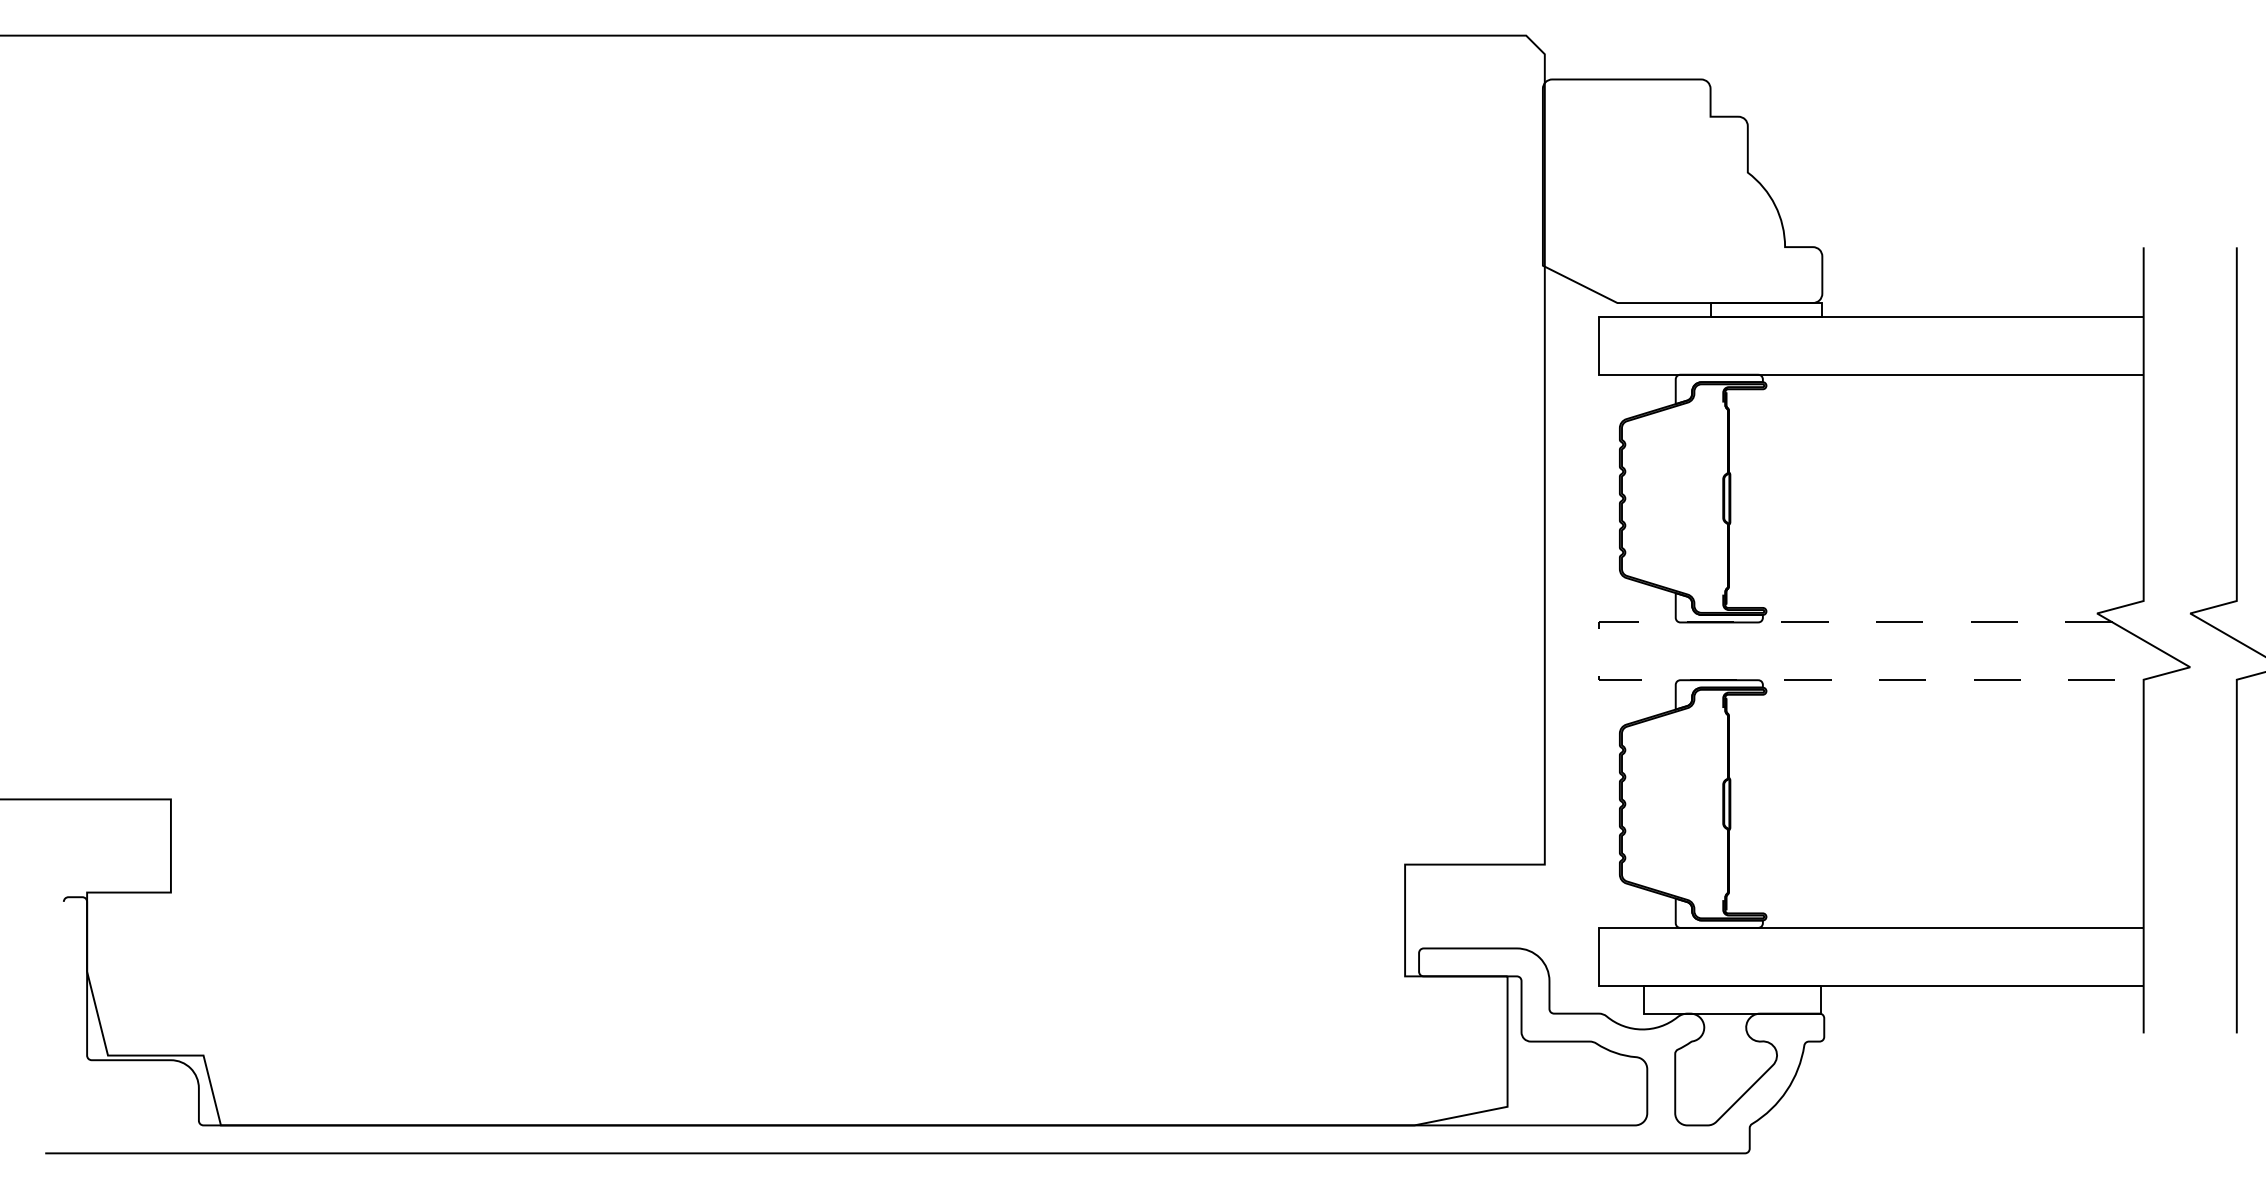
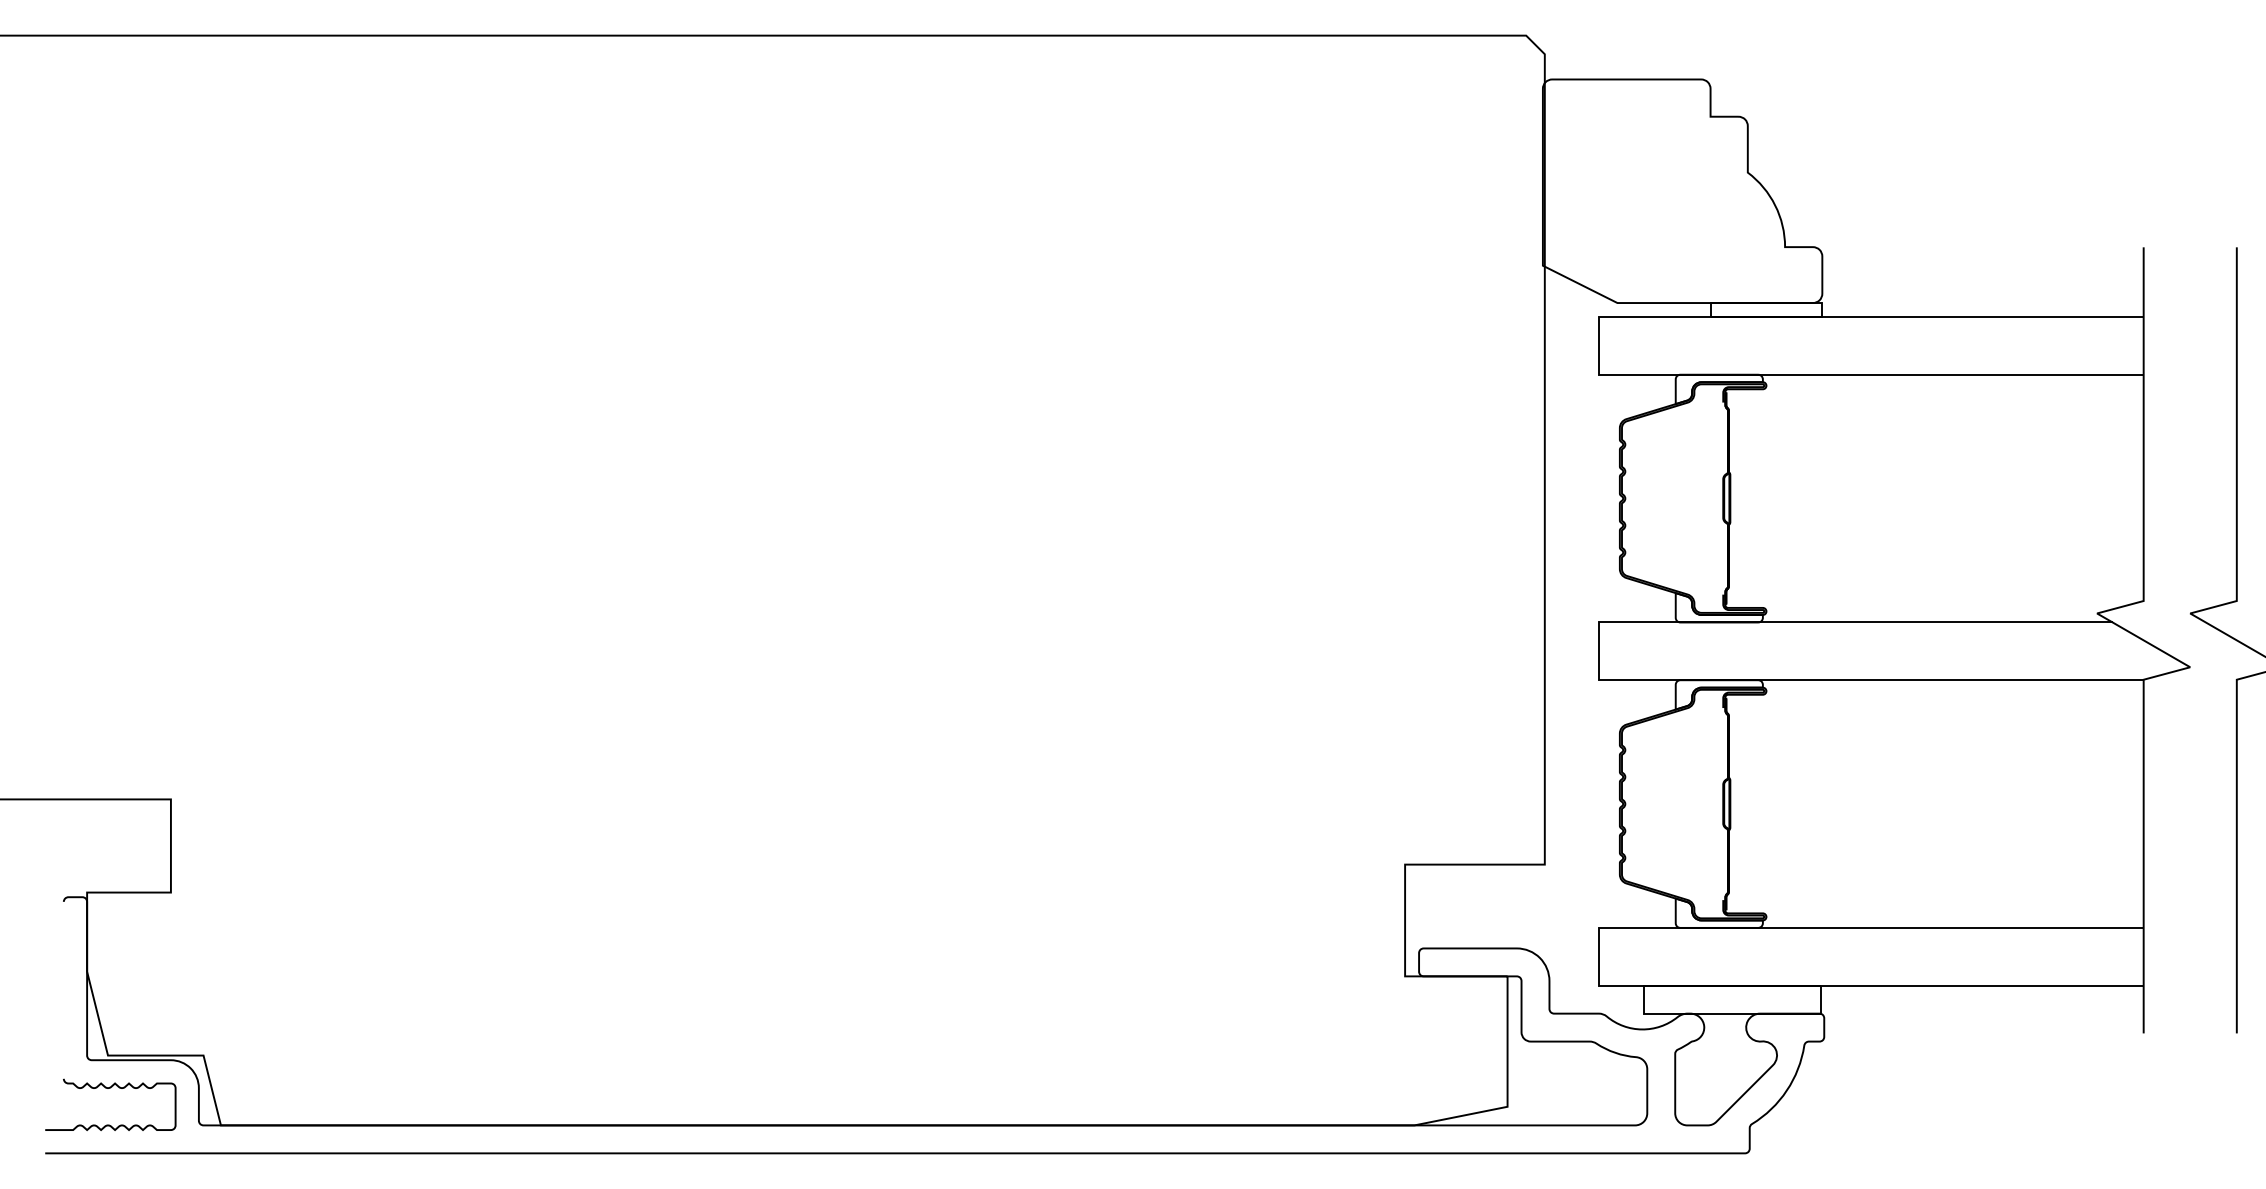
line at (1598, 667): dashed -> solid
curve at (110, 1088): none -> present
